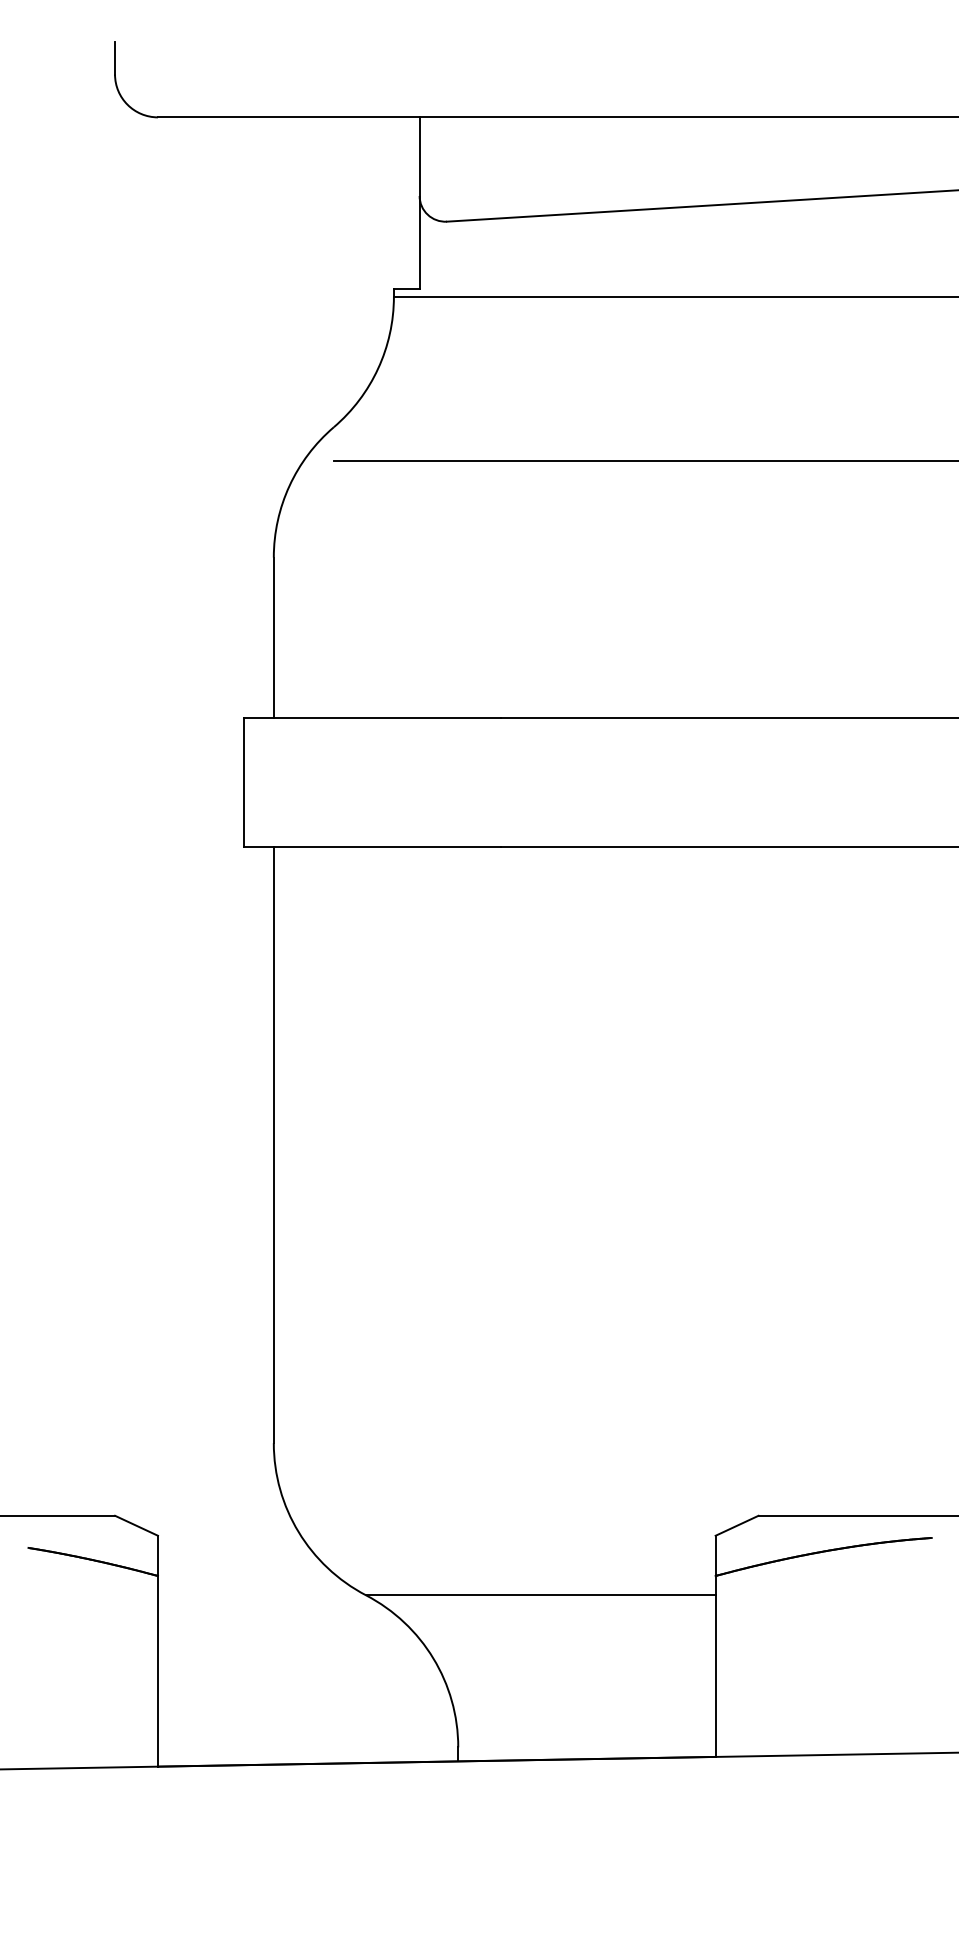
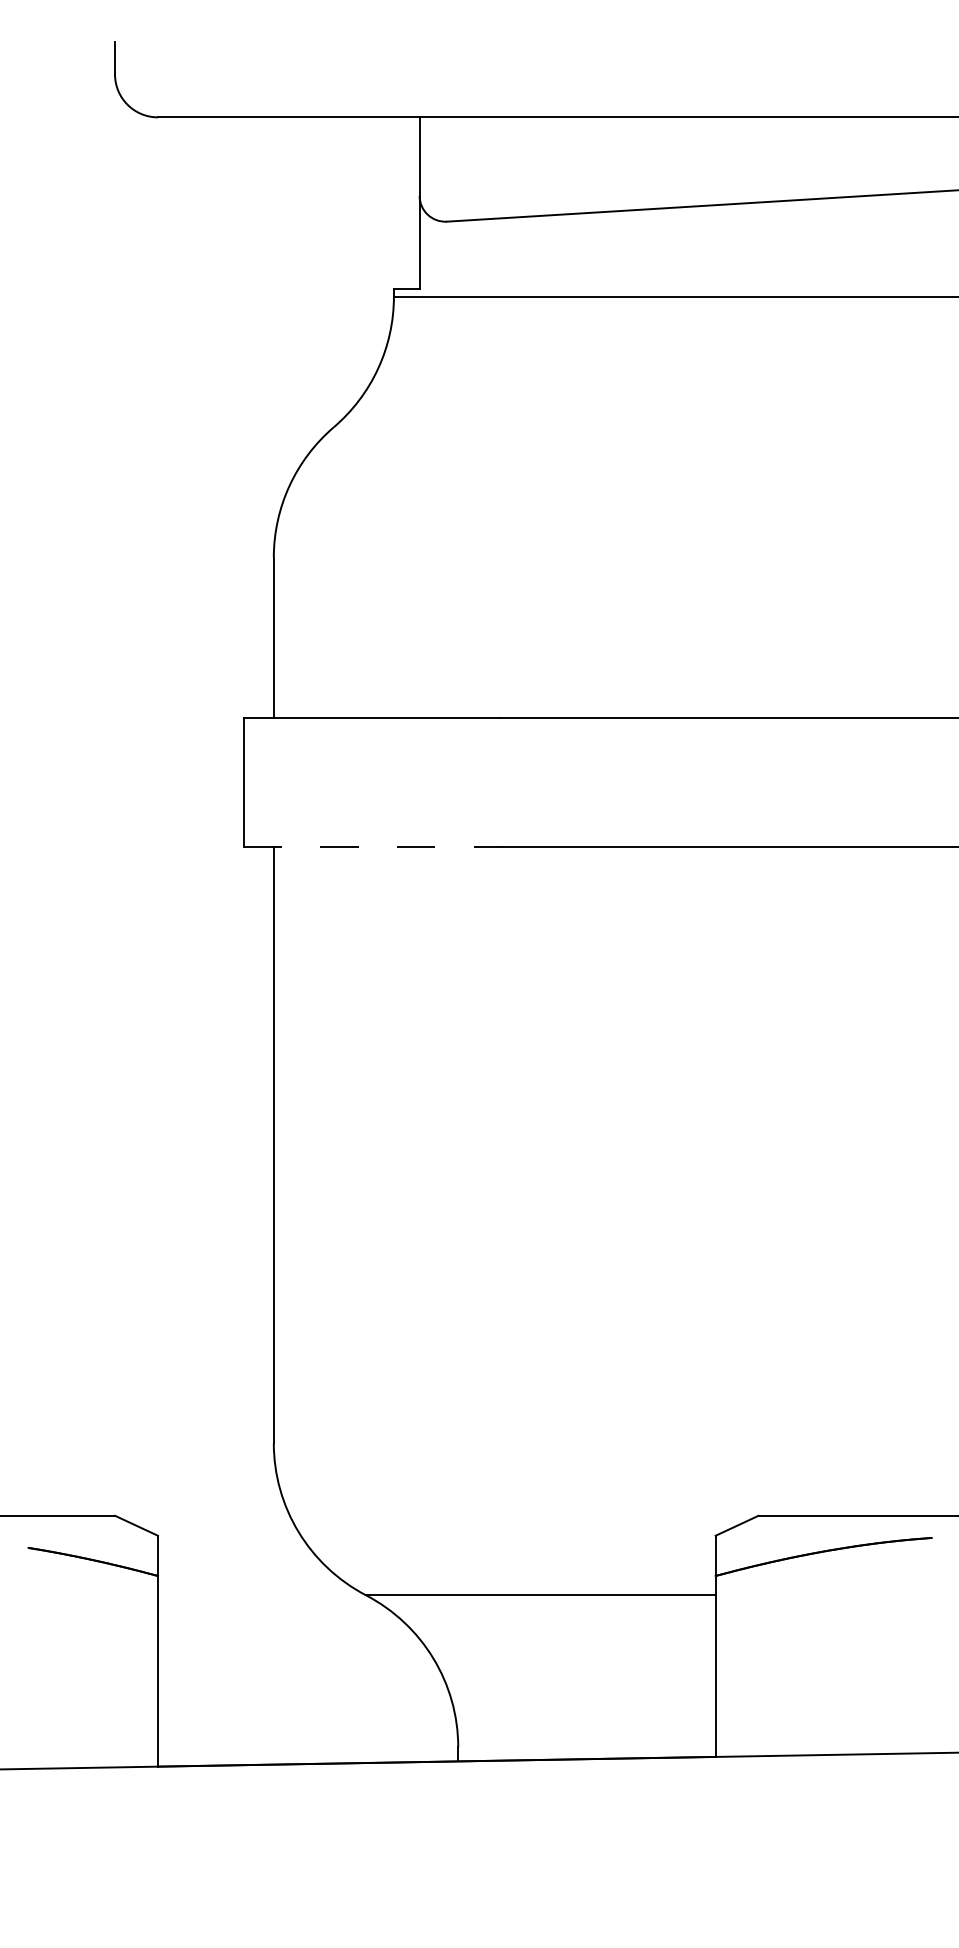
line at (644, 460): present -> none
line at (372, 846): solid -> dashed
